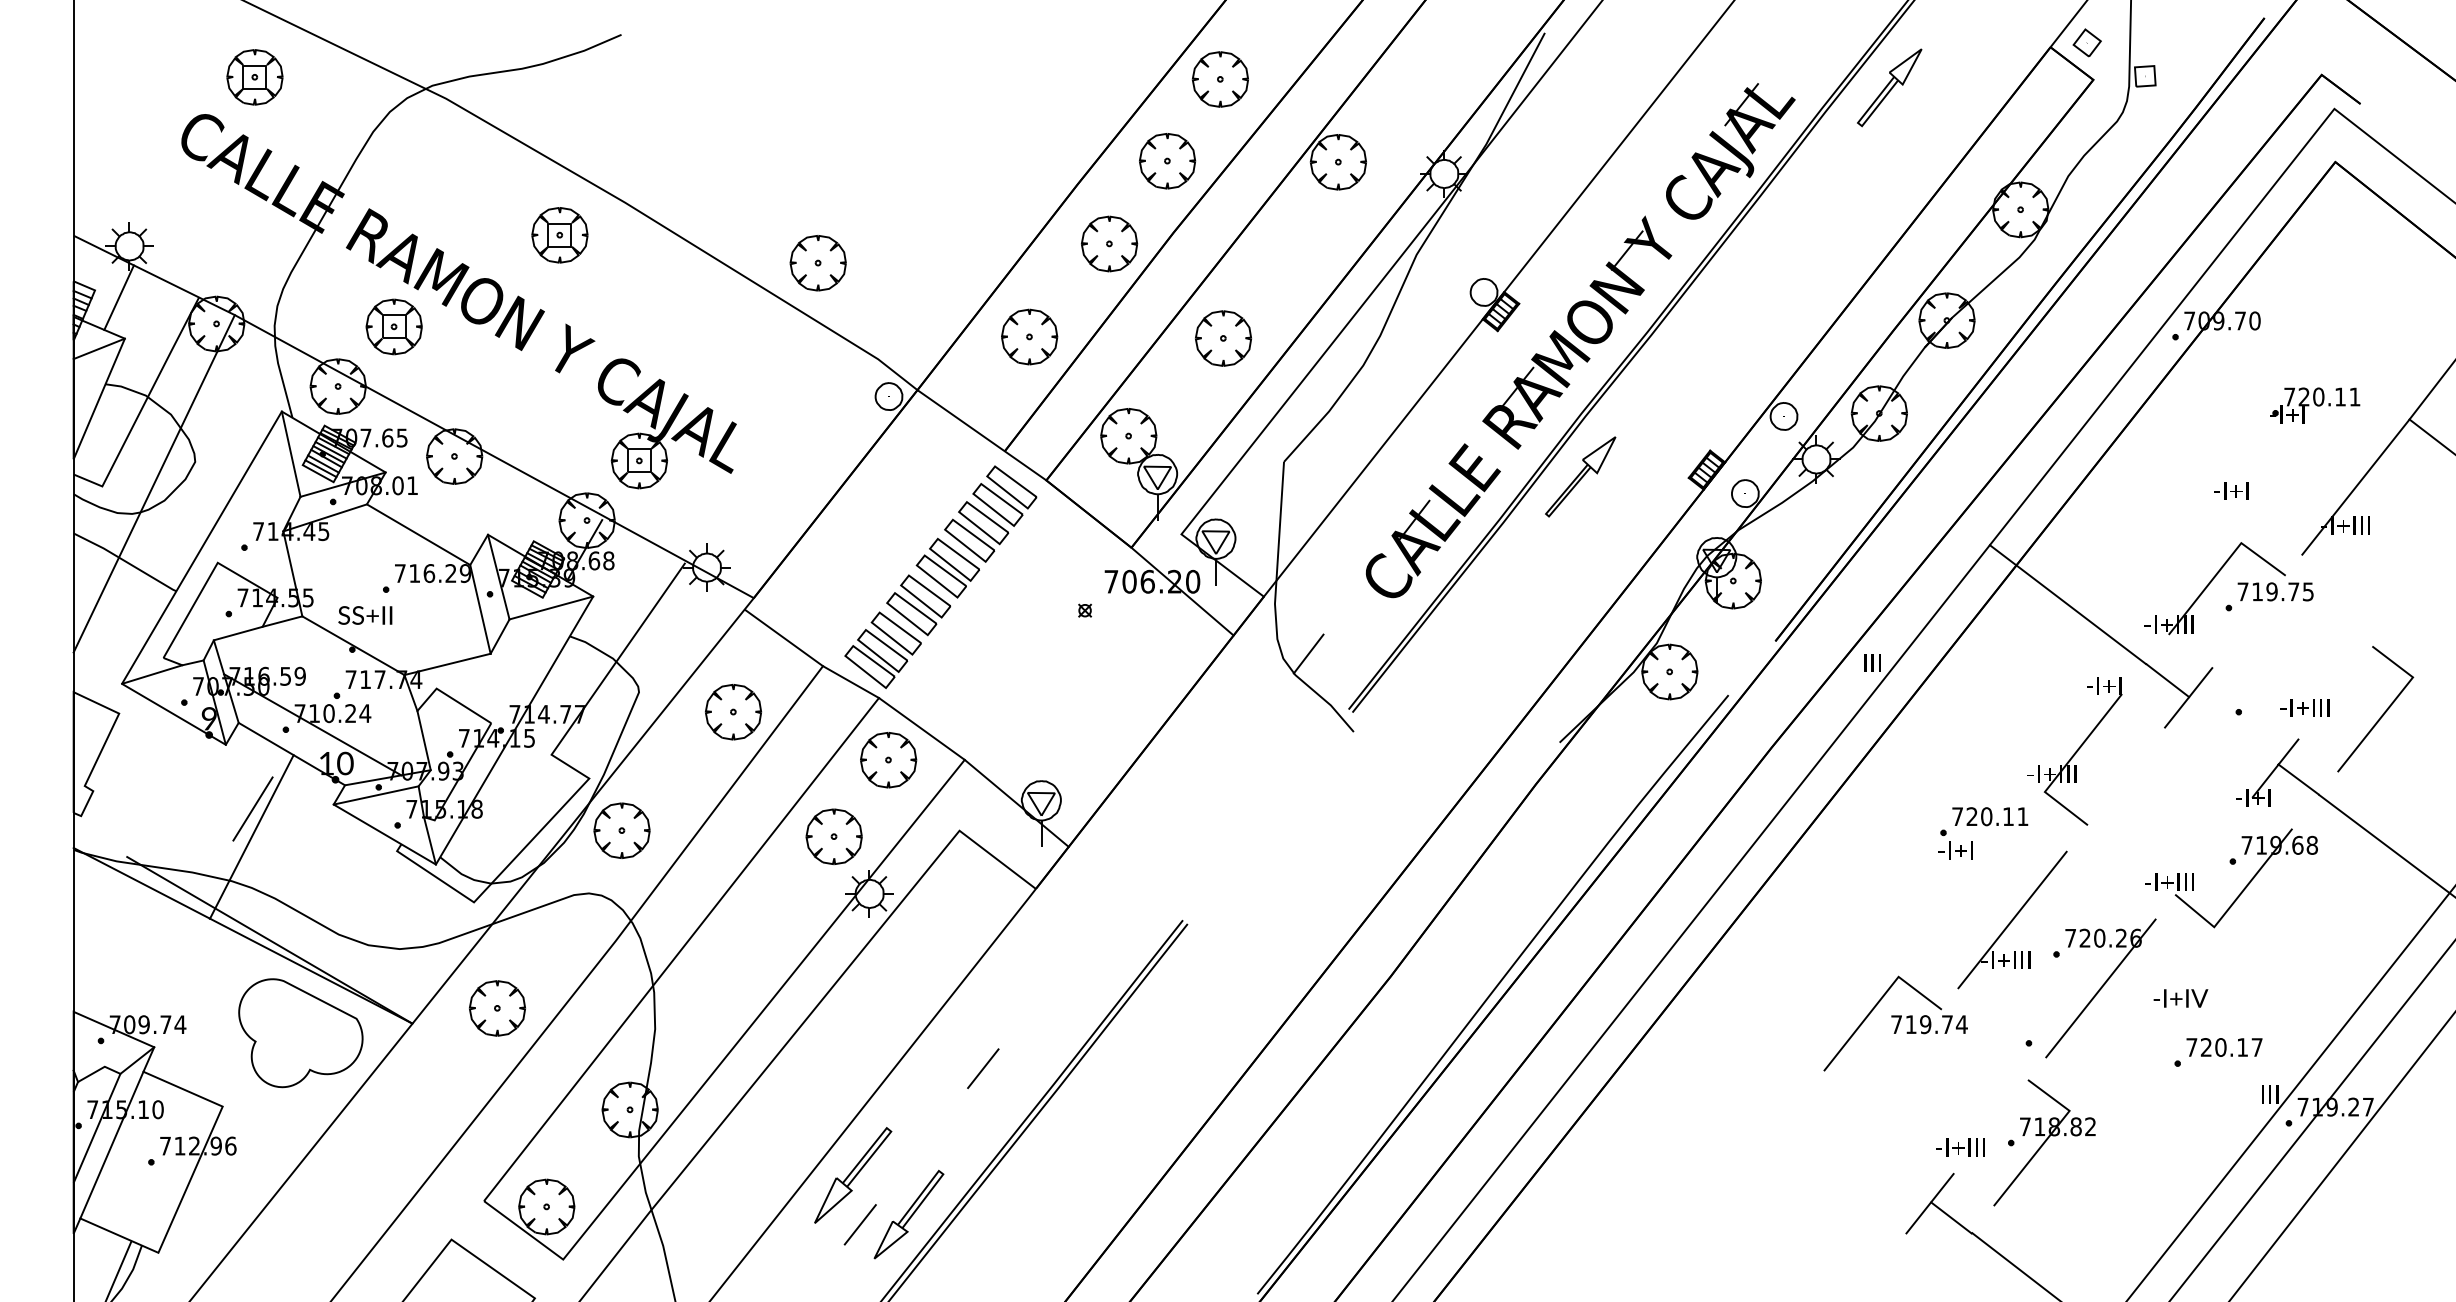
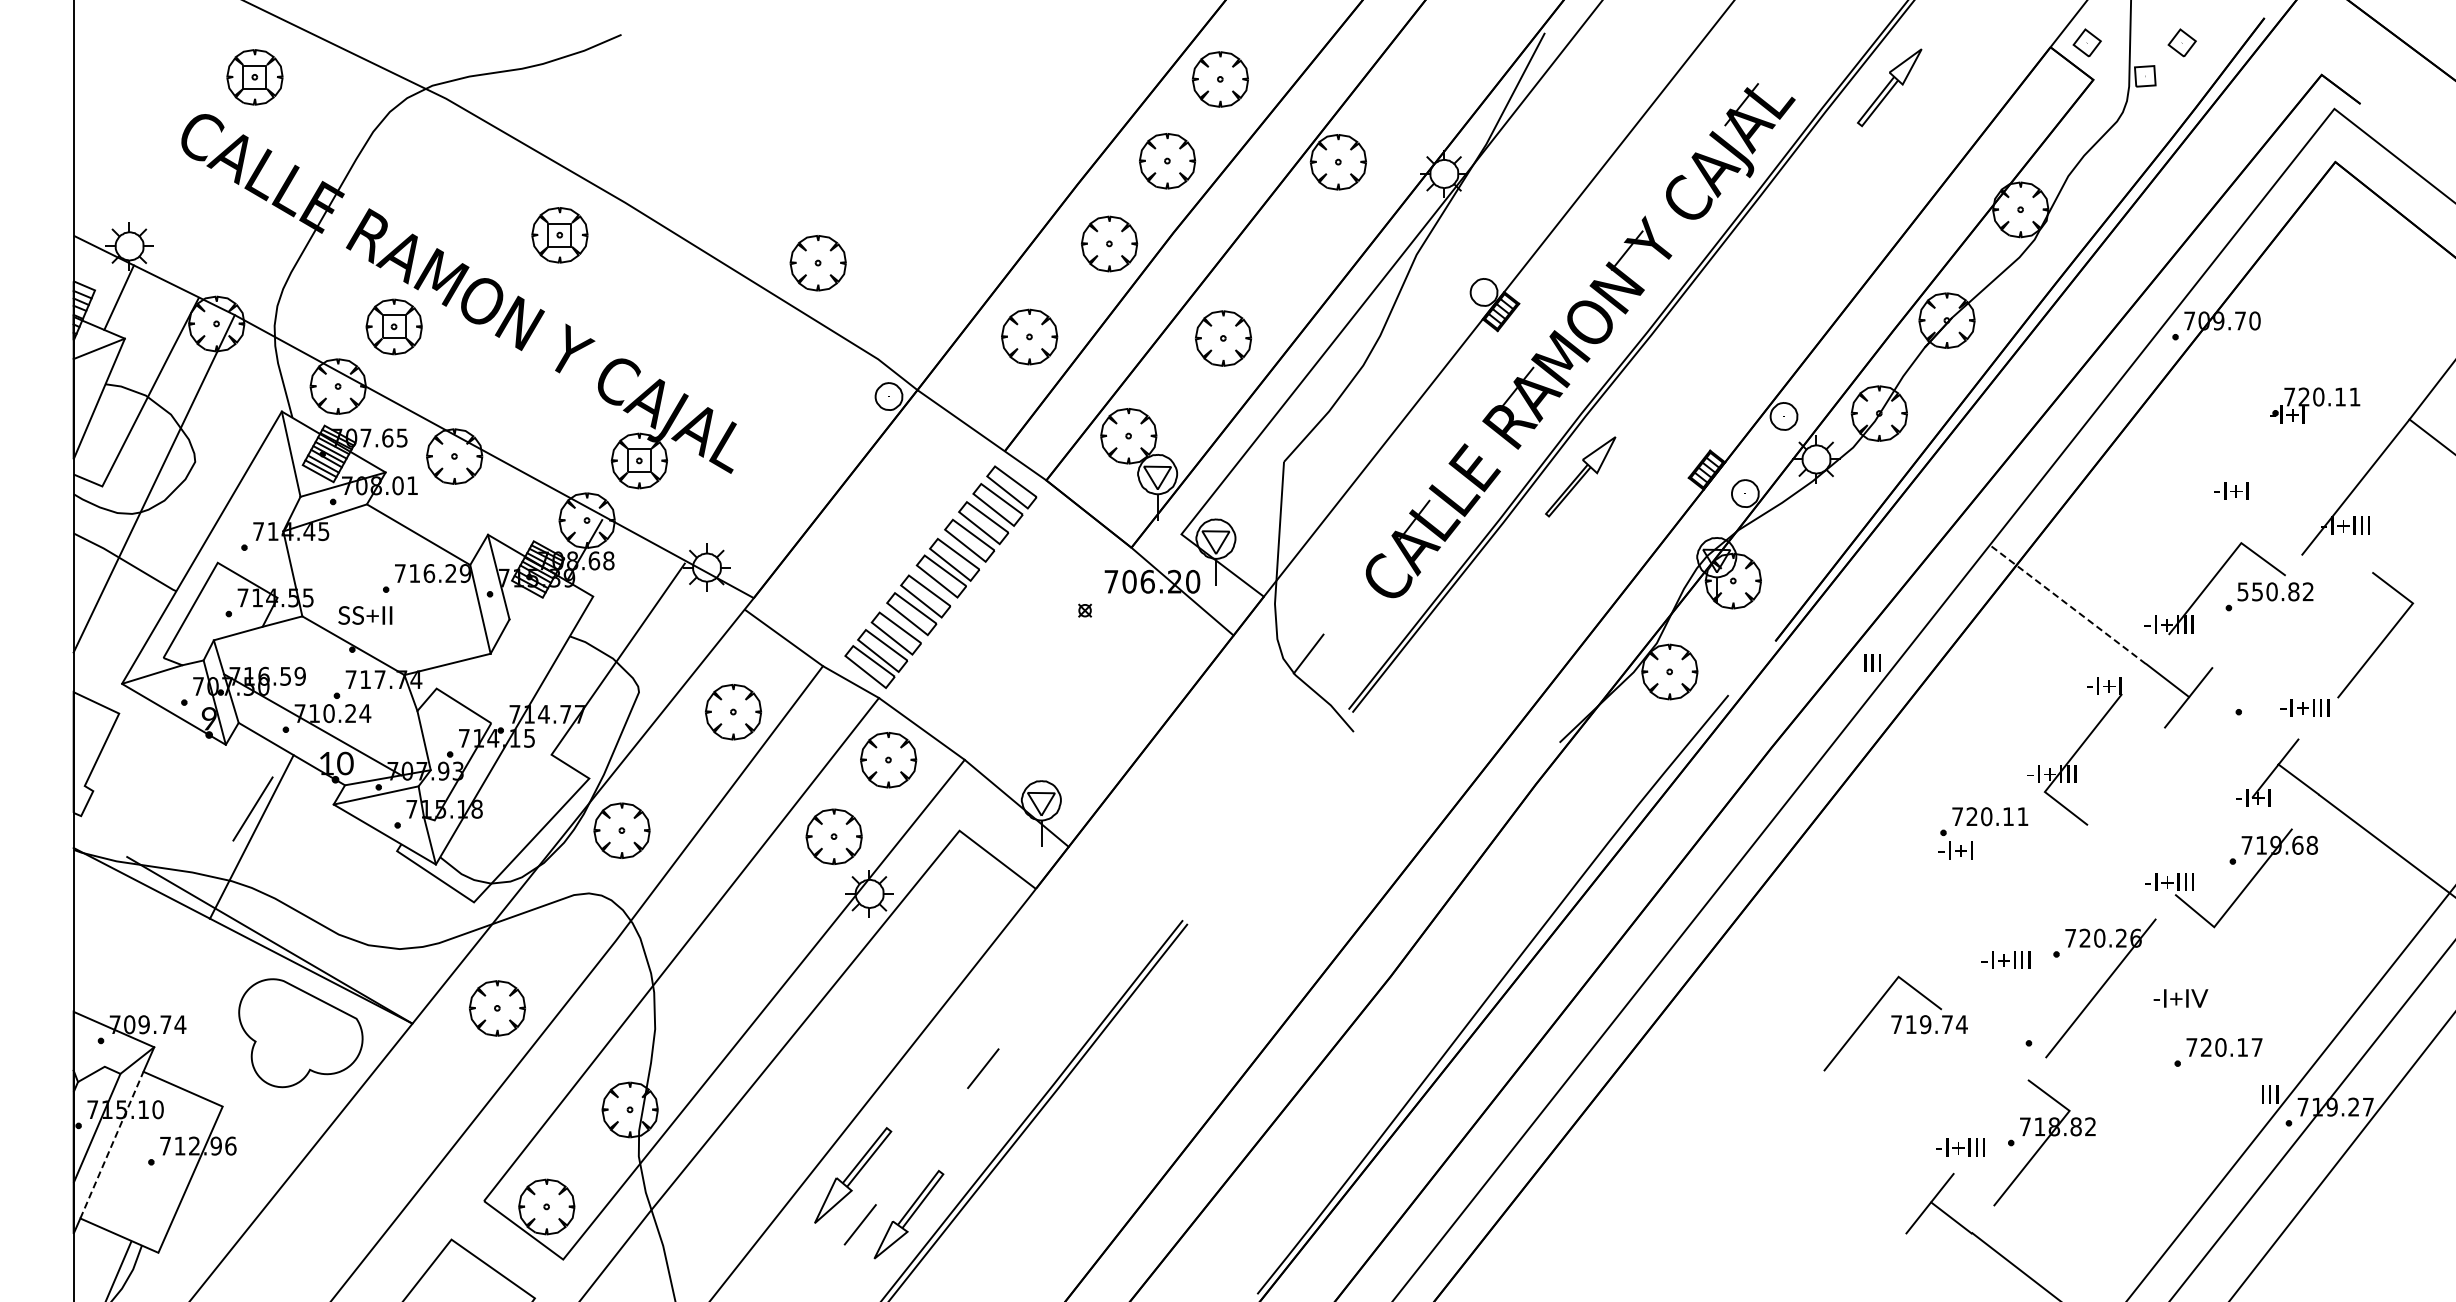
part at (2181, 42): none -> present
text at (2275, 591): 719.75 -> 550.82
line at (2067, 604): solid -> dashed
line at (551, 607): present -> none
line at (2381, 715) position: (2381, 715) -> (2381, 641)
line at (2012, 919): present -> none
line at (111, 1145): solid -> dashed
